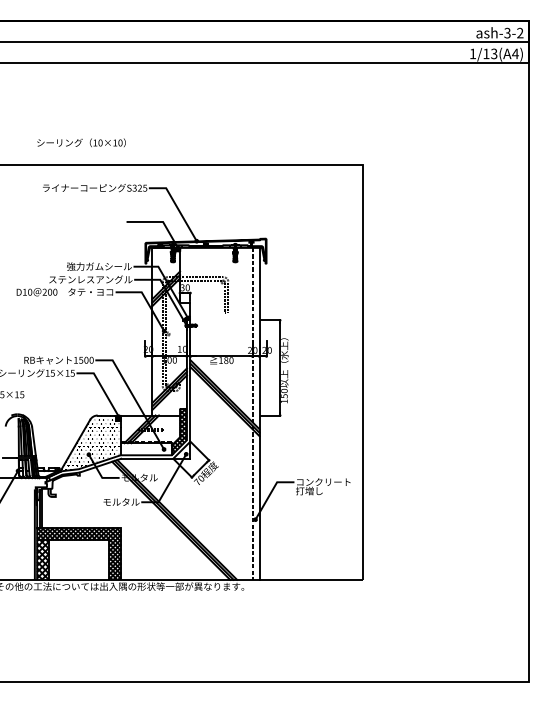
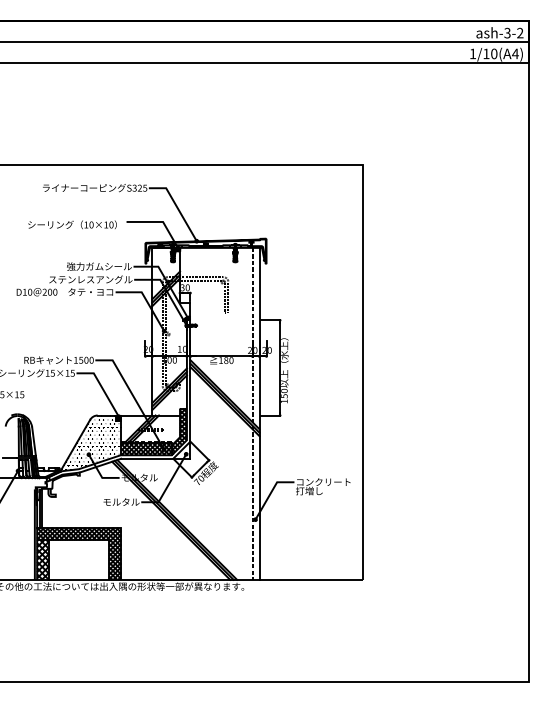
text at (494, 53): 1/13(A4) -> 1/10(A4)
text at (81, 142) position: (81, 142) -> (72, 224)
hatch at (146, 449): none -> present
